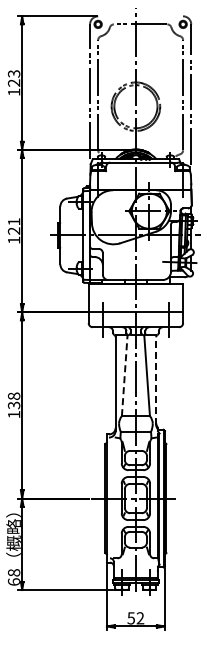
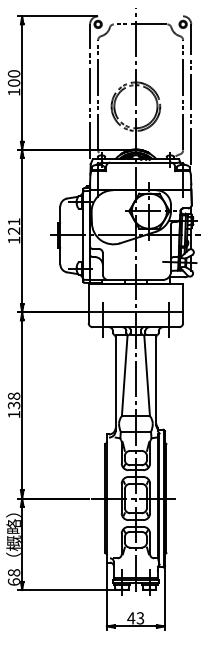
text at (14, 78): 123 -> 100
line at (124, 375): dashed -> solid
line at (156, 380): dashed -> solid
text at (135, 618): 52 -> 43
